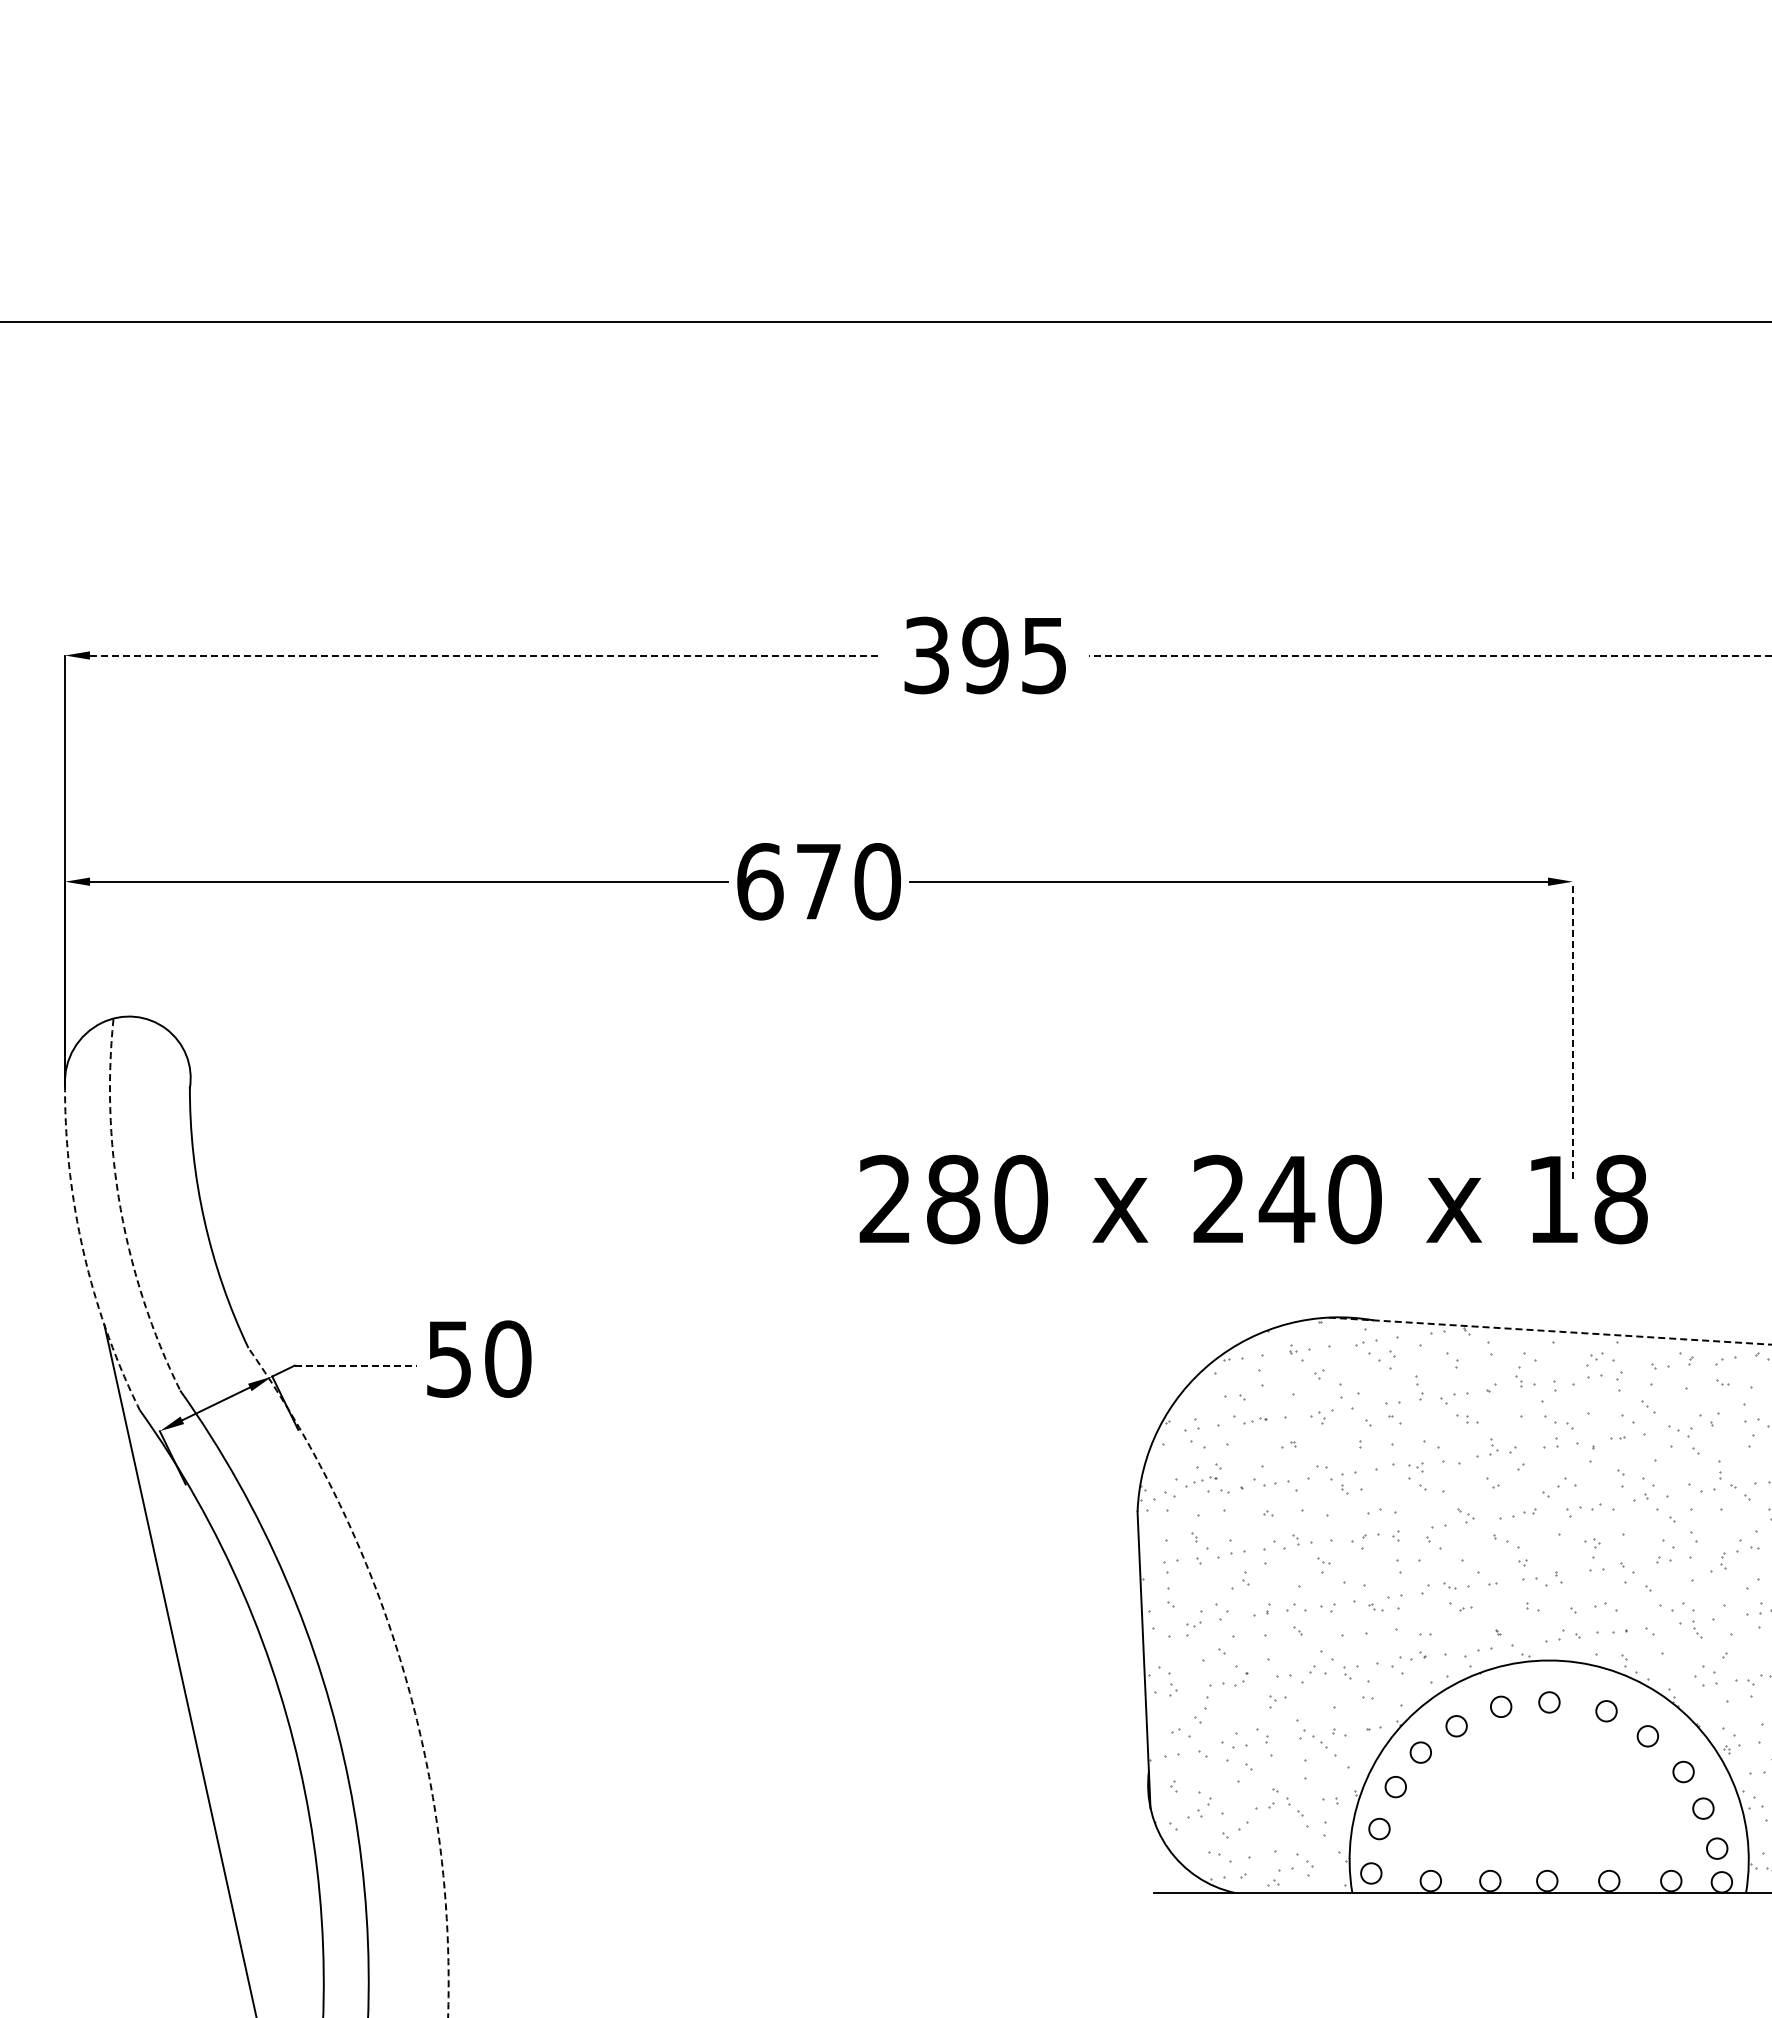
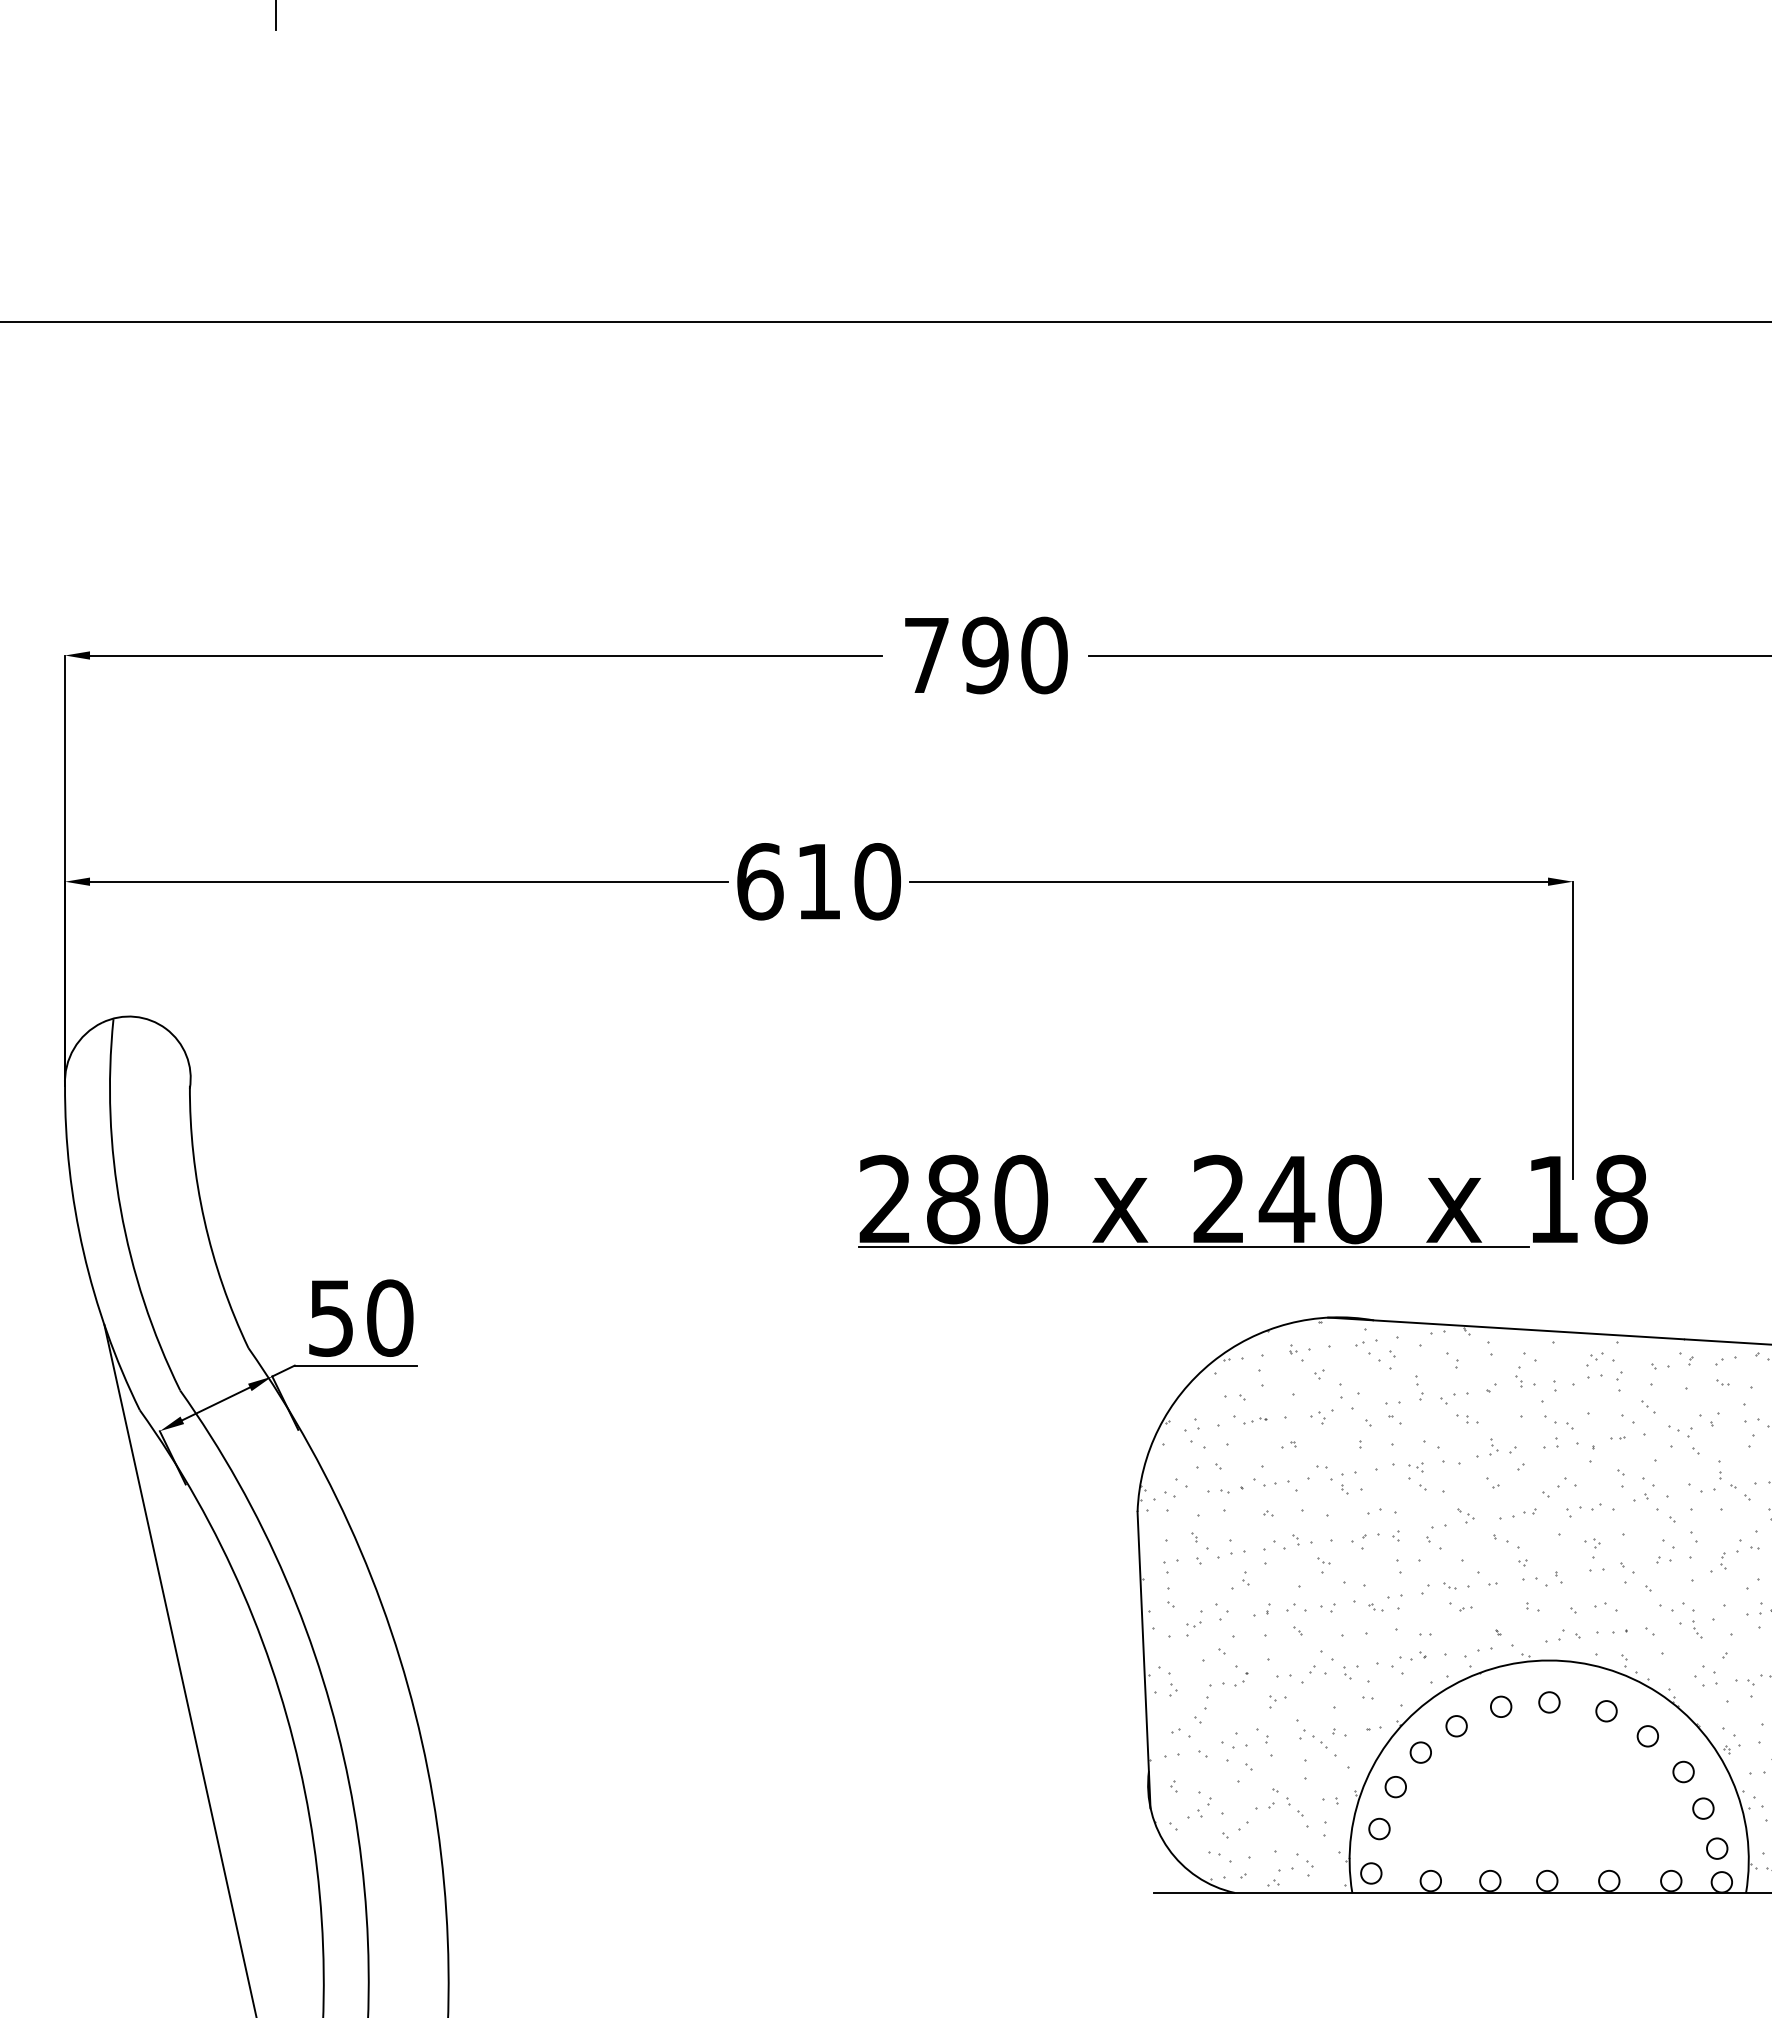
line at (276, 15): none -> present
line at (486, 655): dashed -> solid
text at (985, 655): 395 -> 790
line at (1430, 655): dashed -> solid
text at (818, 881): 670 -> 610
line at (1573, 1029): dashed -> solid
arc at (120, 1209): dashed -> solid
line at (1193, 1247): none -> present
arc at (83, 1252): dashed -> solid
line at (1549, 1331): dashed -> solid
text at (479, 1358) position: (479, 1358) -> (361, 1317)
line at (356, 1365): dashed -> solid
part at (1205, 1479): present -> none
arc at (402, 1665): dashed -> solid
